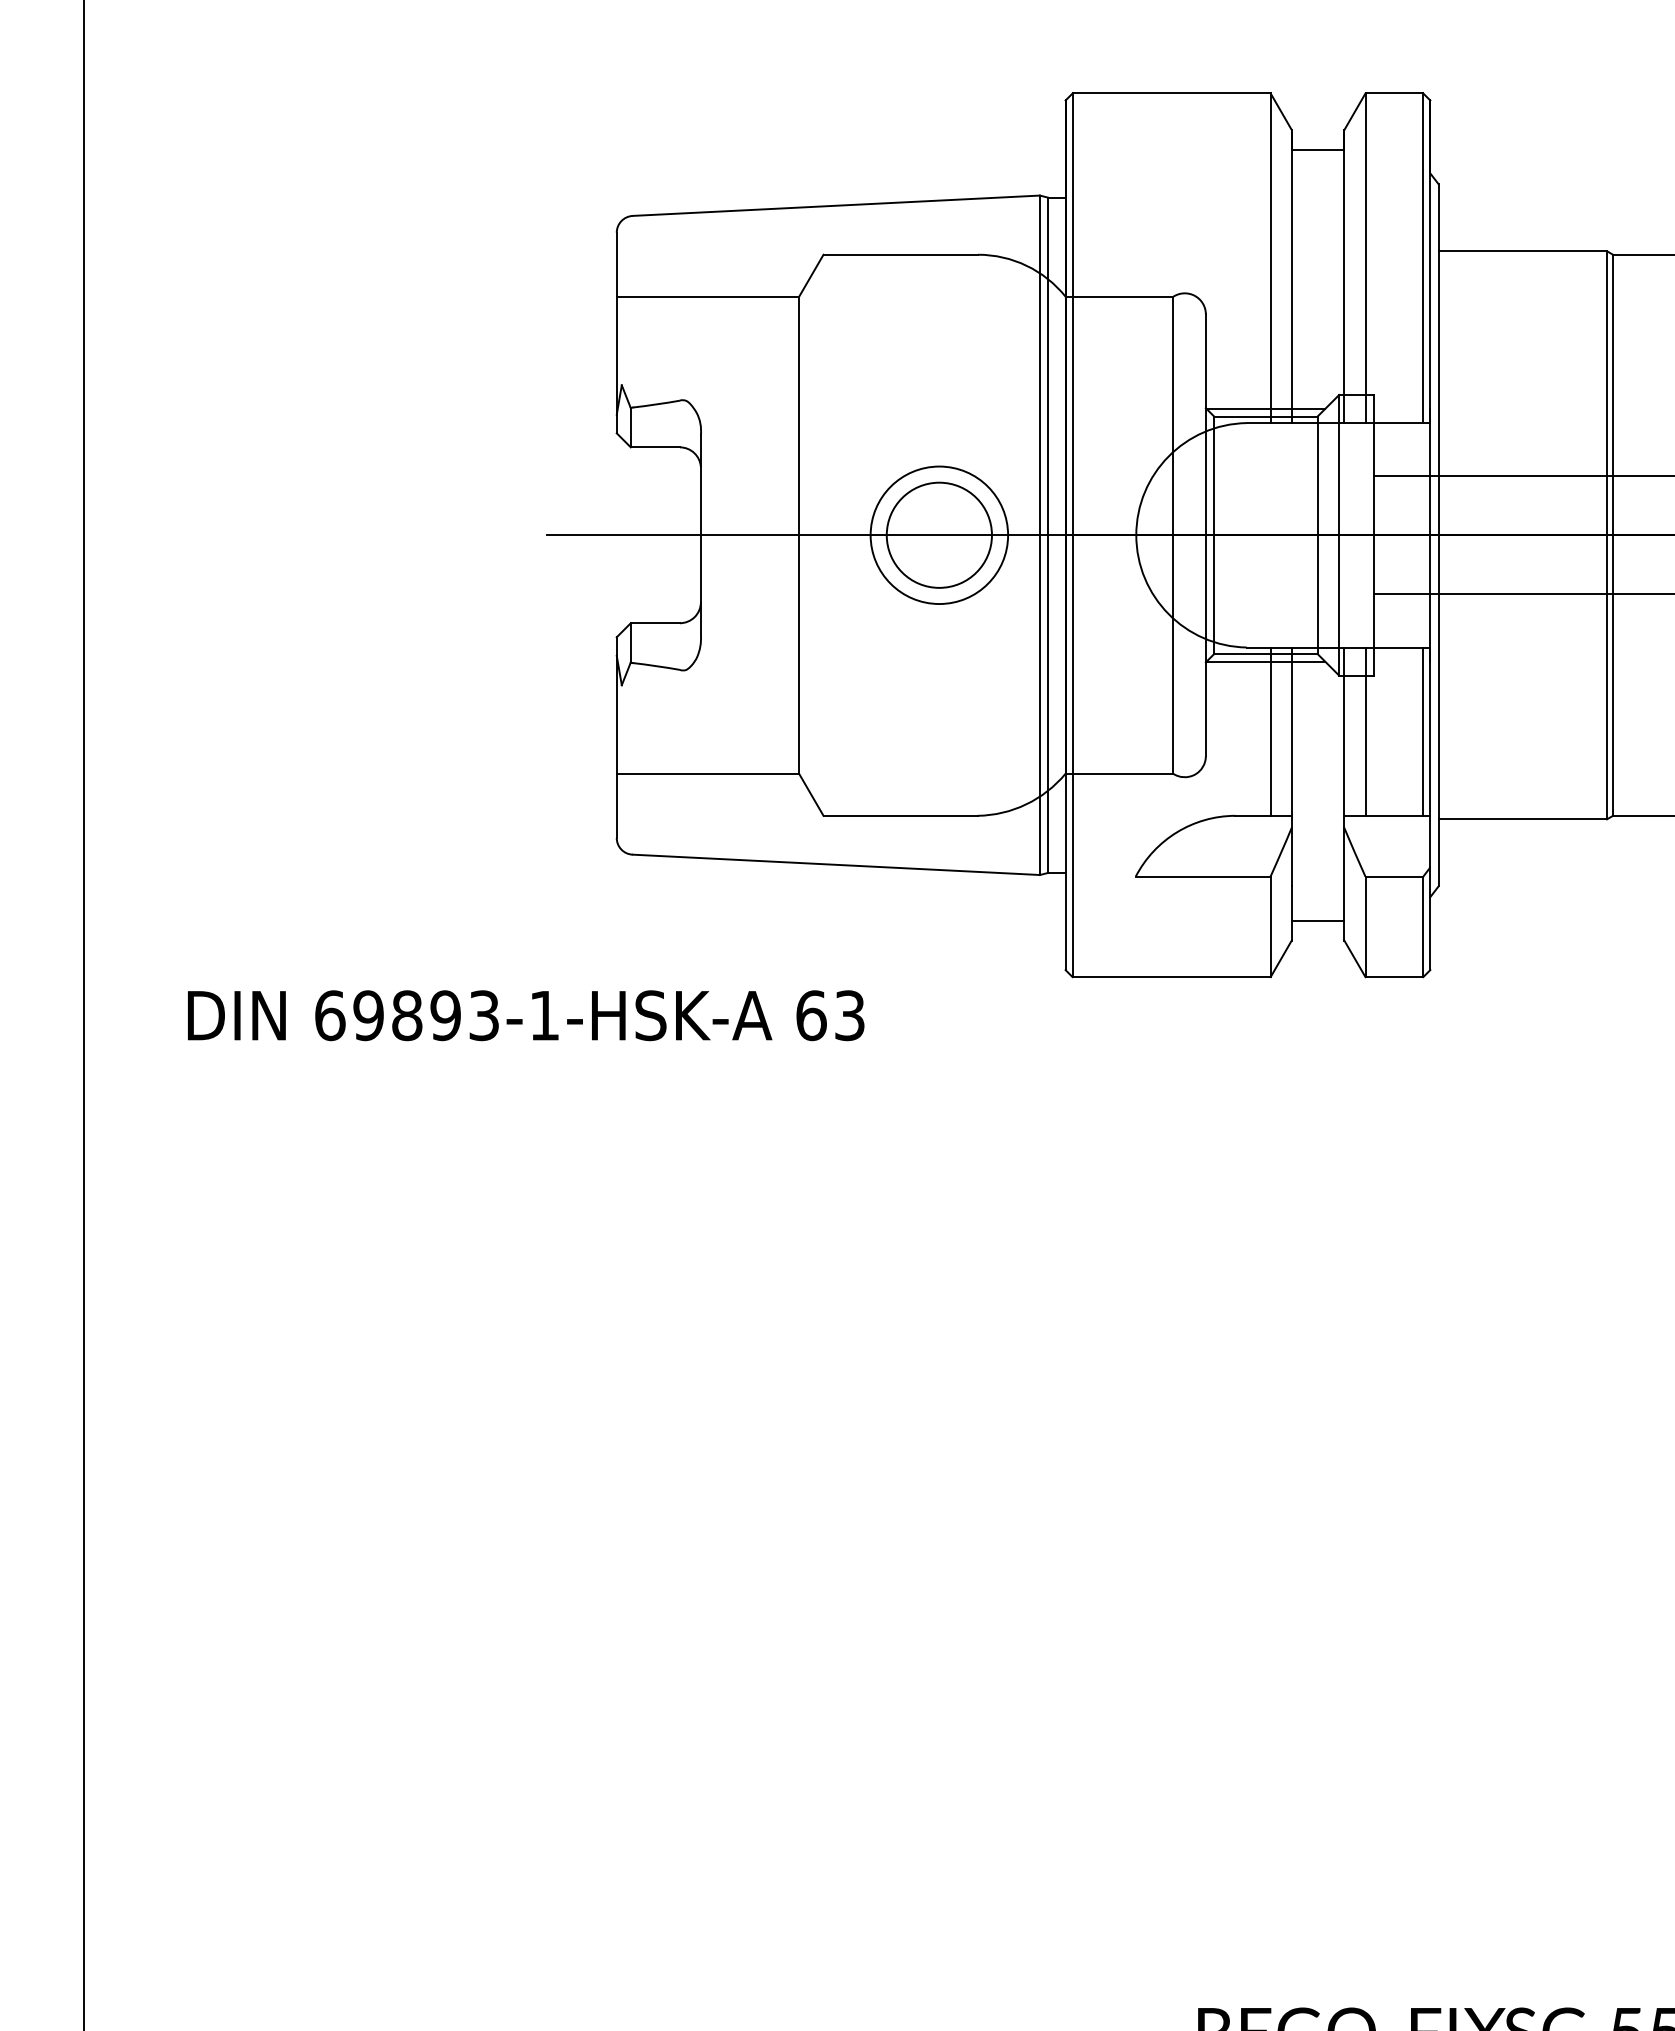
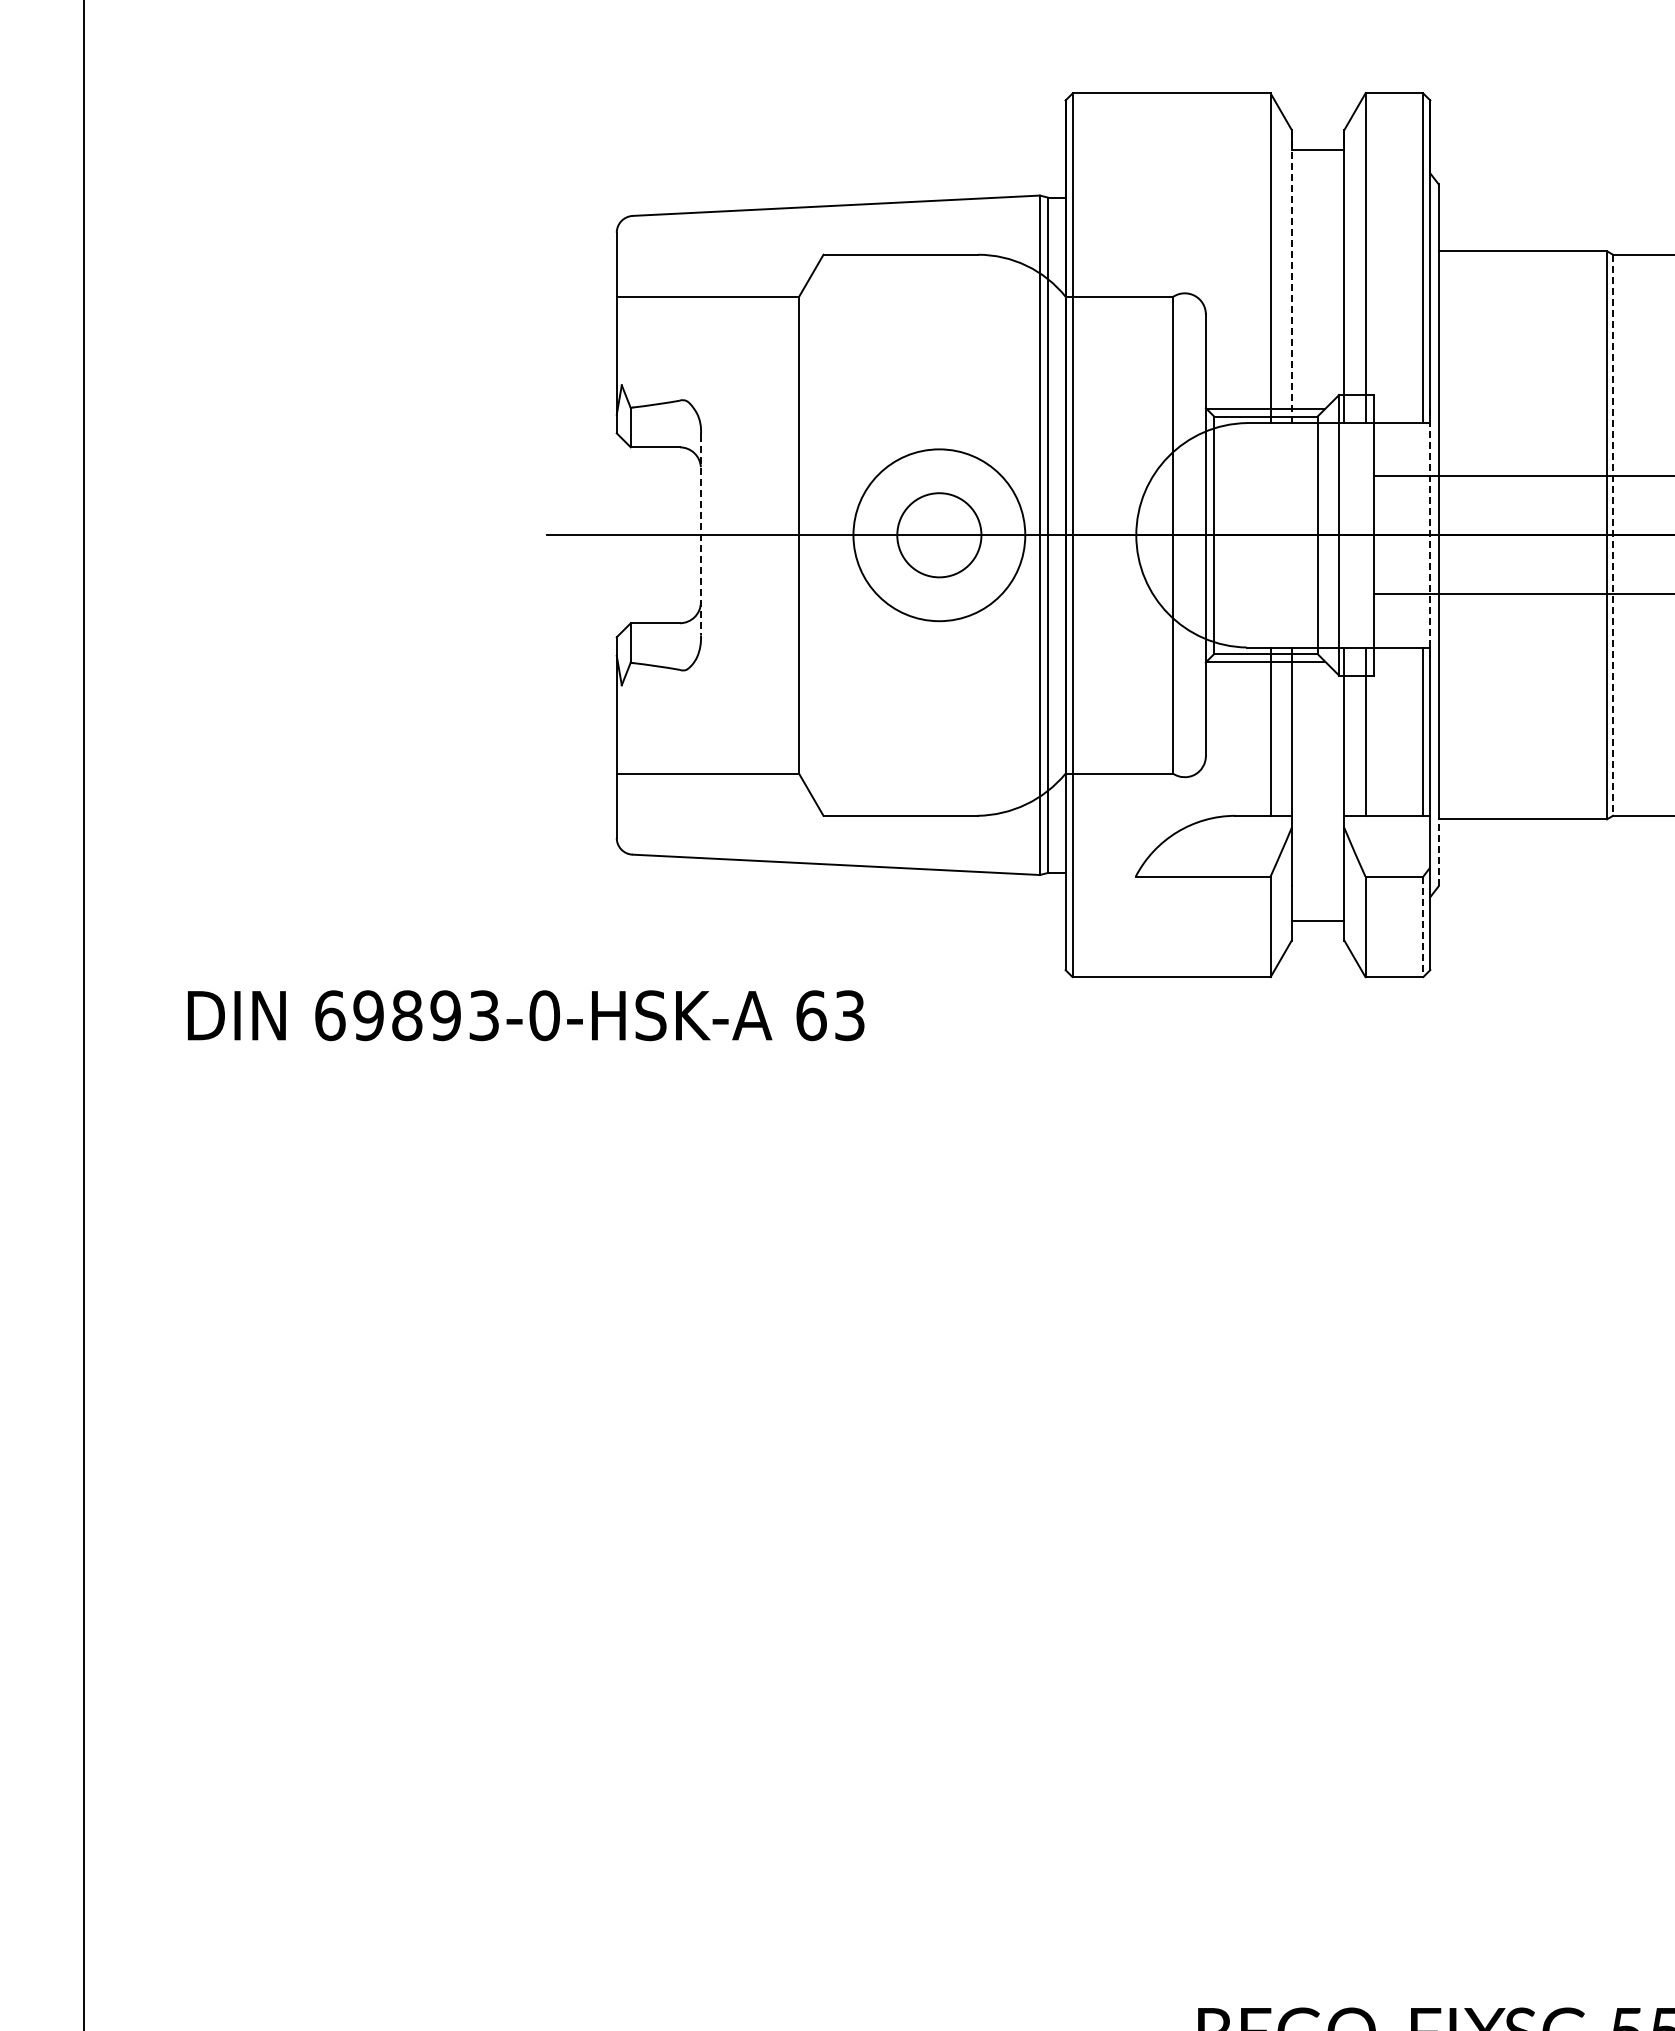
line at (1291, 276): solid -> dashed
circle at (938, 534) diameter: 105 px -> 84 px
line at (700, 535): solid -> dashed
circle at (939, 535) diameter: 137 px -> 172 px
line at (1430, 535): solid -> dashed
line at (1613, 535): solid -> dashed
line at (1438, 852): solid -> dashed
line at (1423, 927): solid -> dashed
text at (544, 1015): 69893-1-HSK-A -> 69893-0-HSK-A
